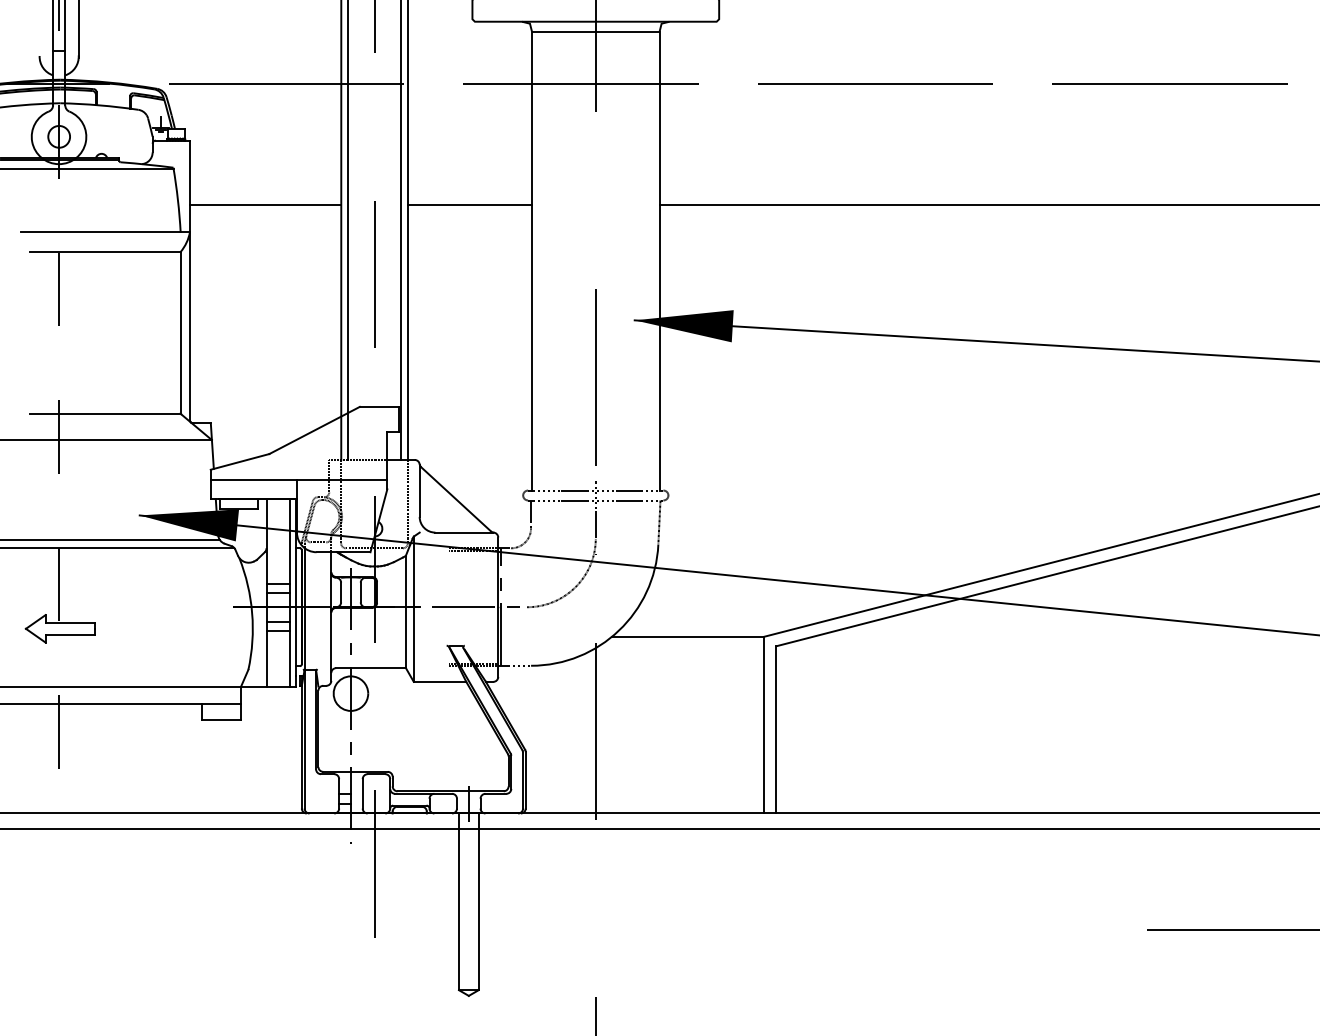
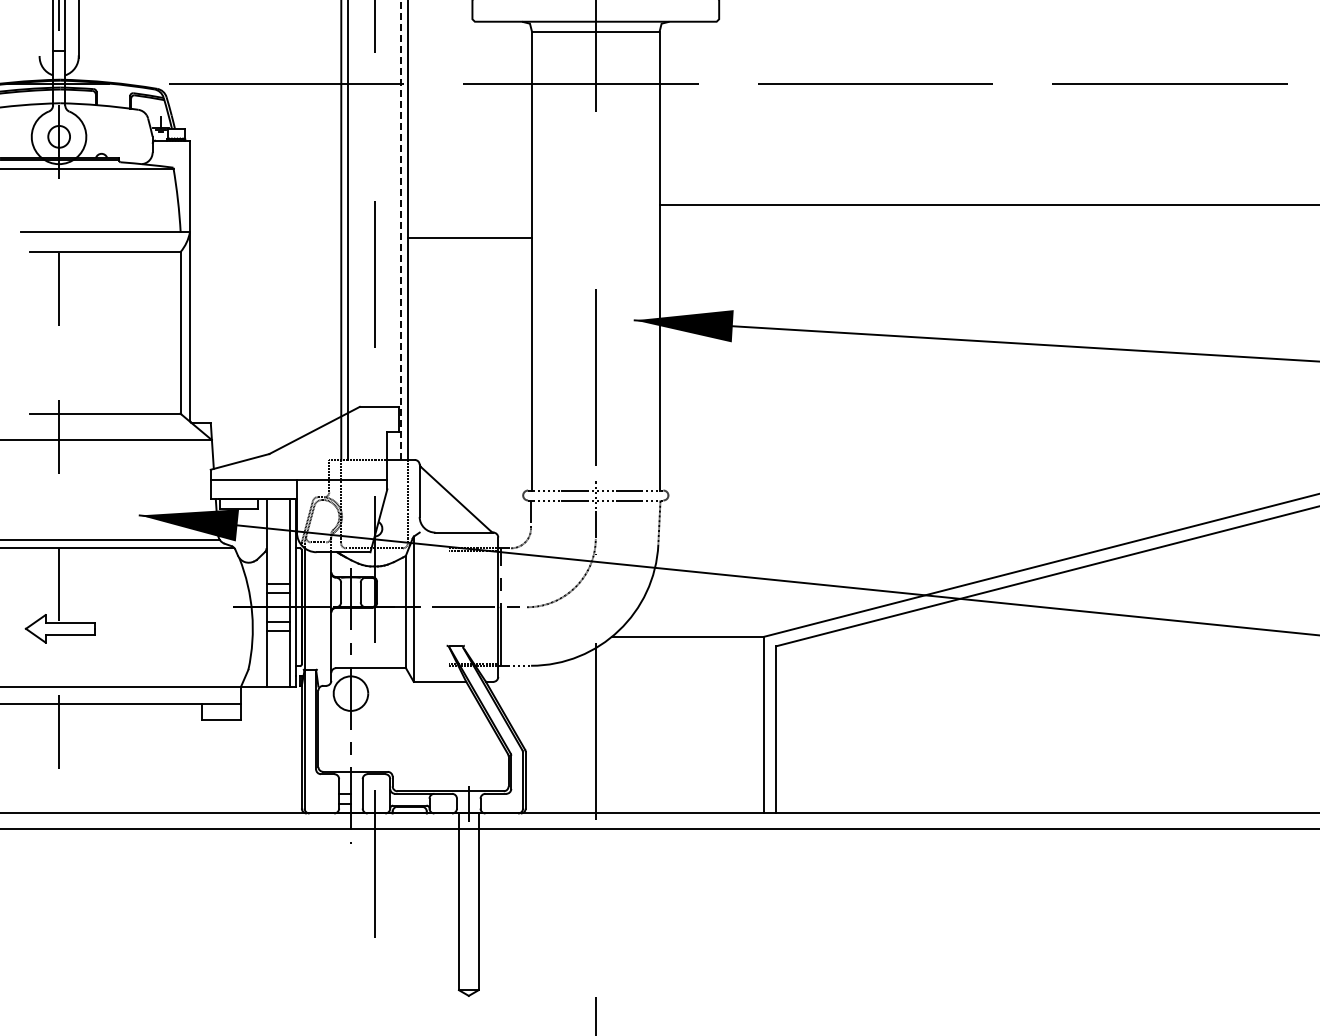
line at (265, 204): present -> none
line at (469, 204) position: (469, 204) -> (469, 237)
line at (401, 230): solid -> dashed
line at (1231, 930): present -> none
